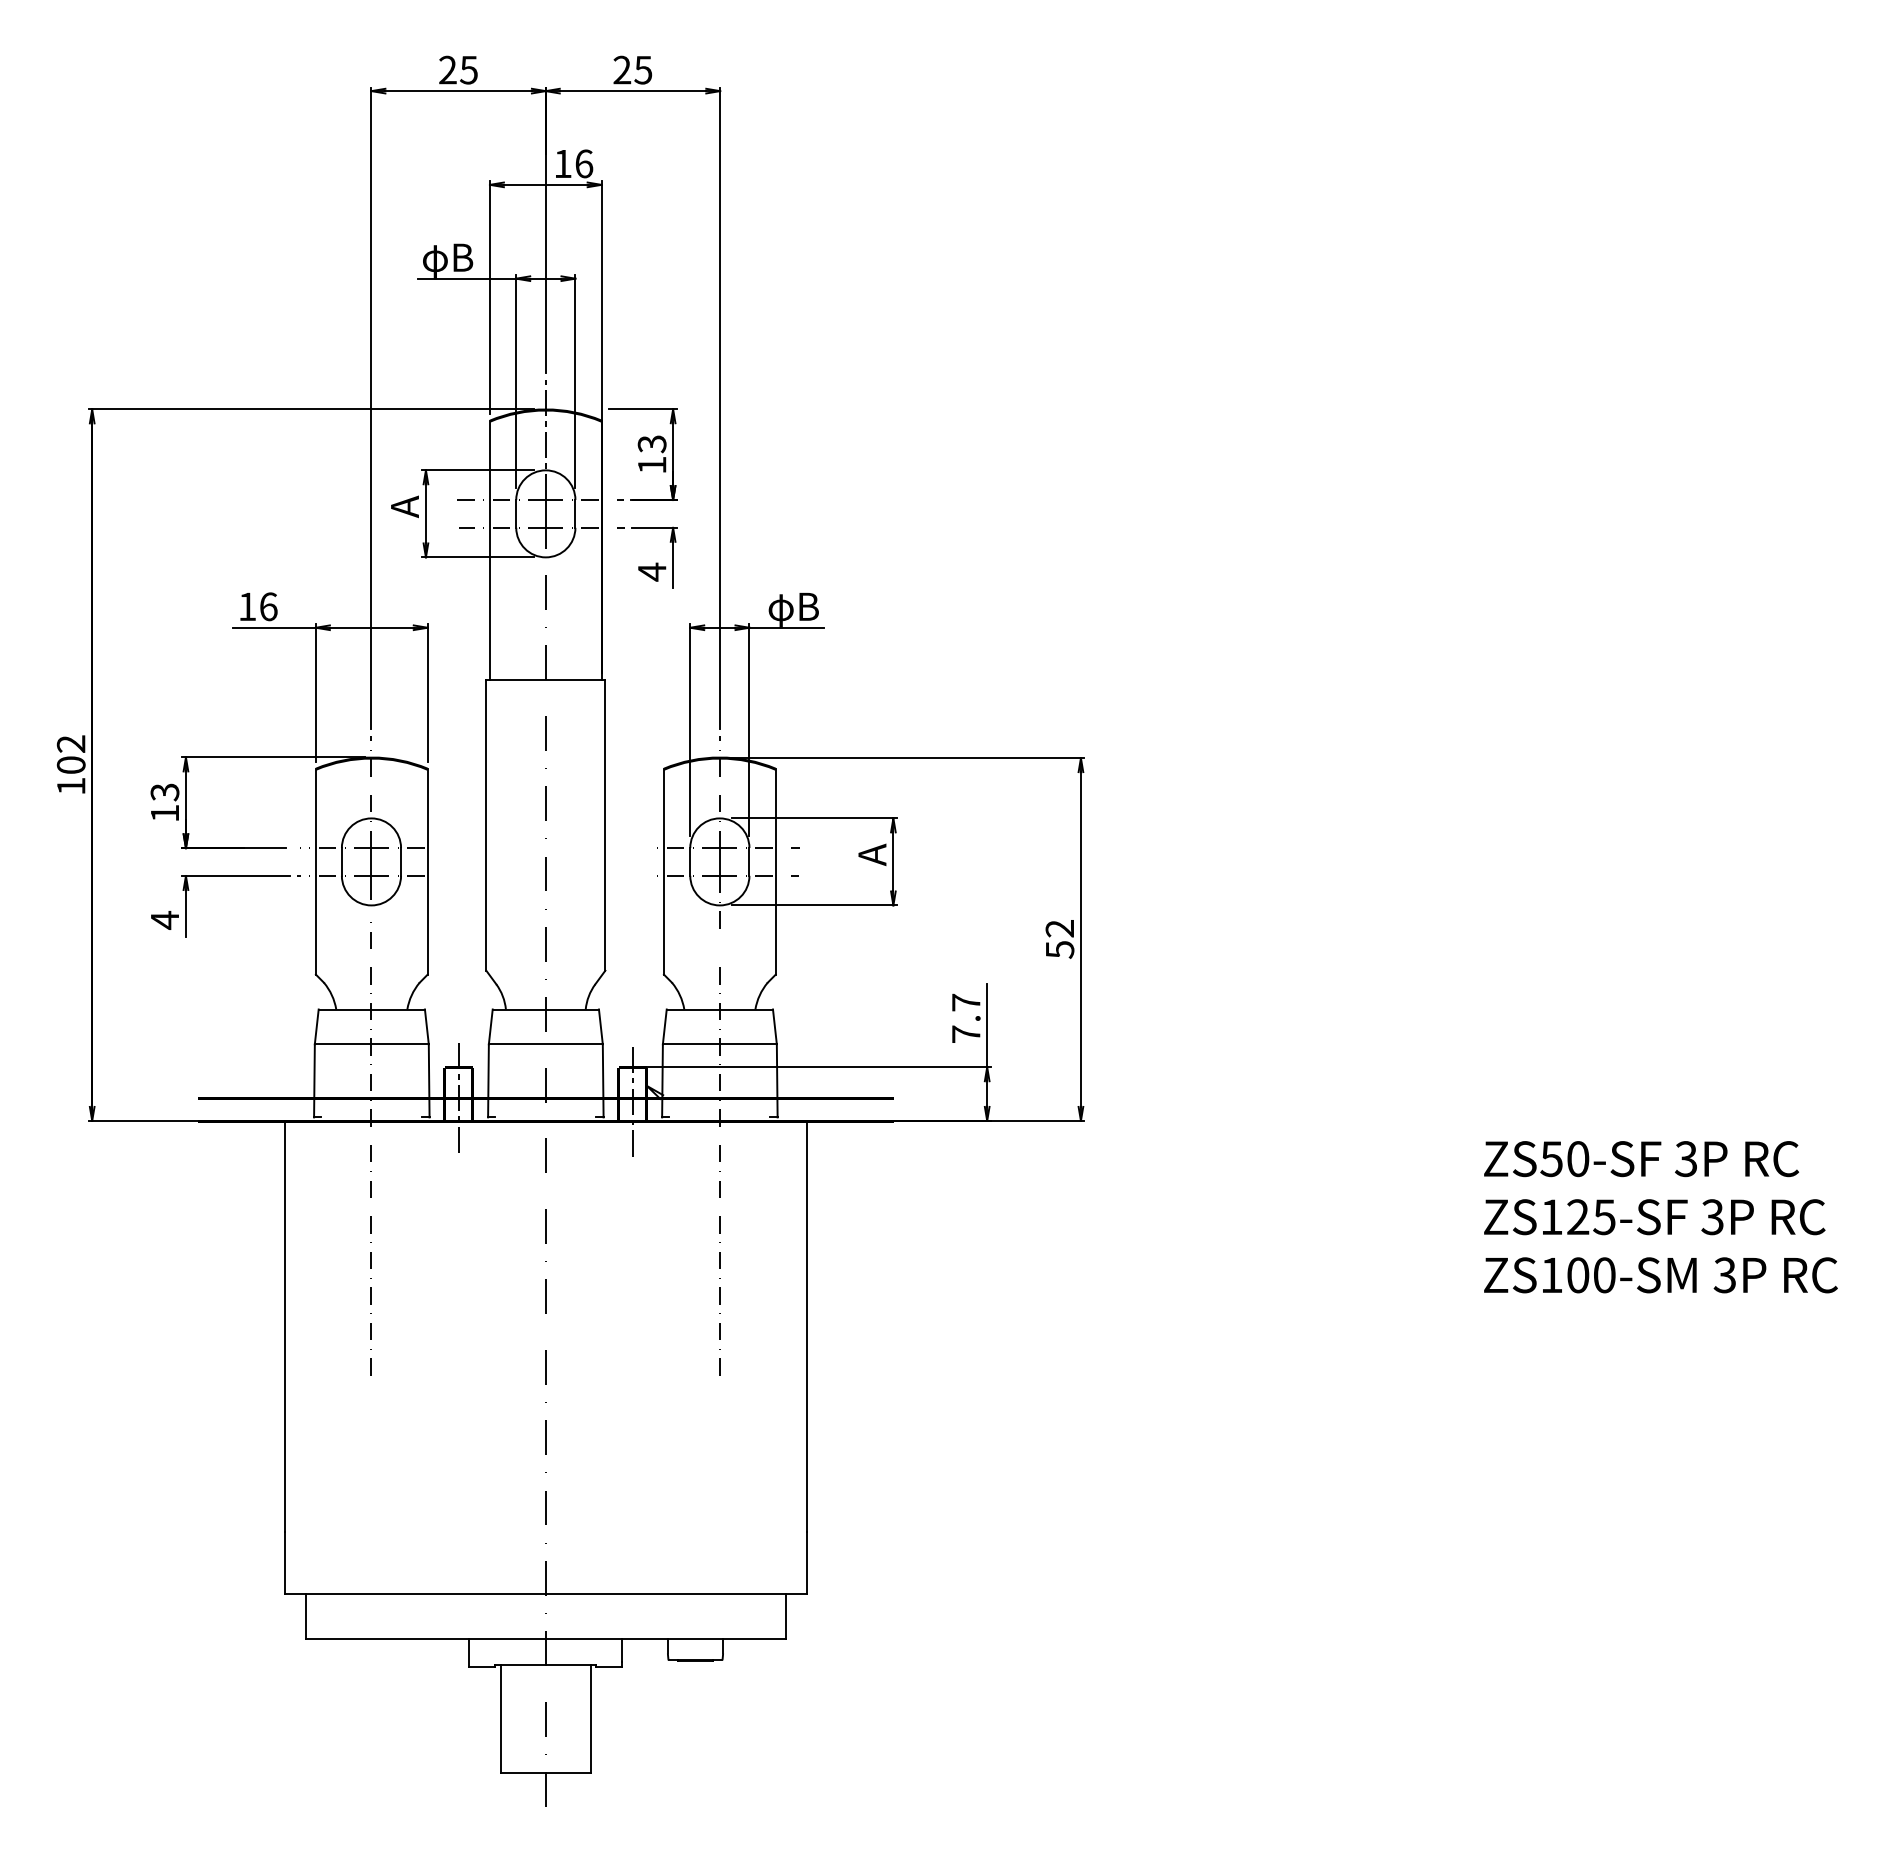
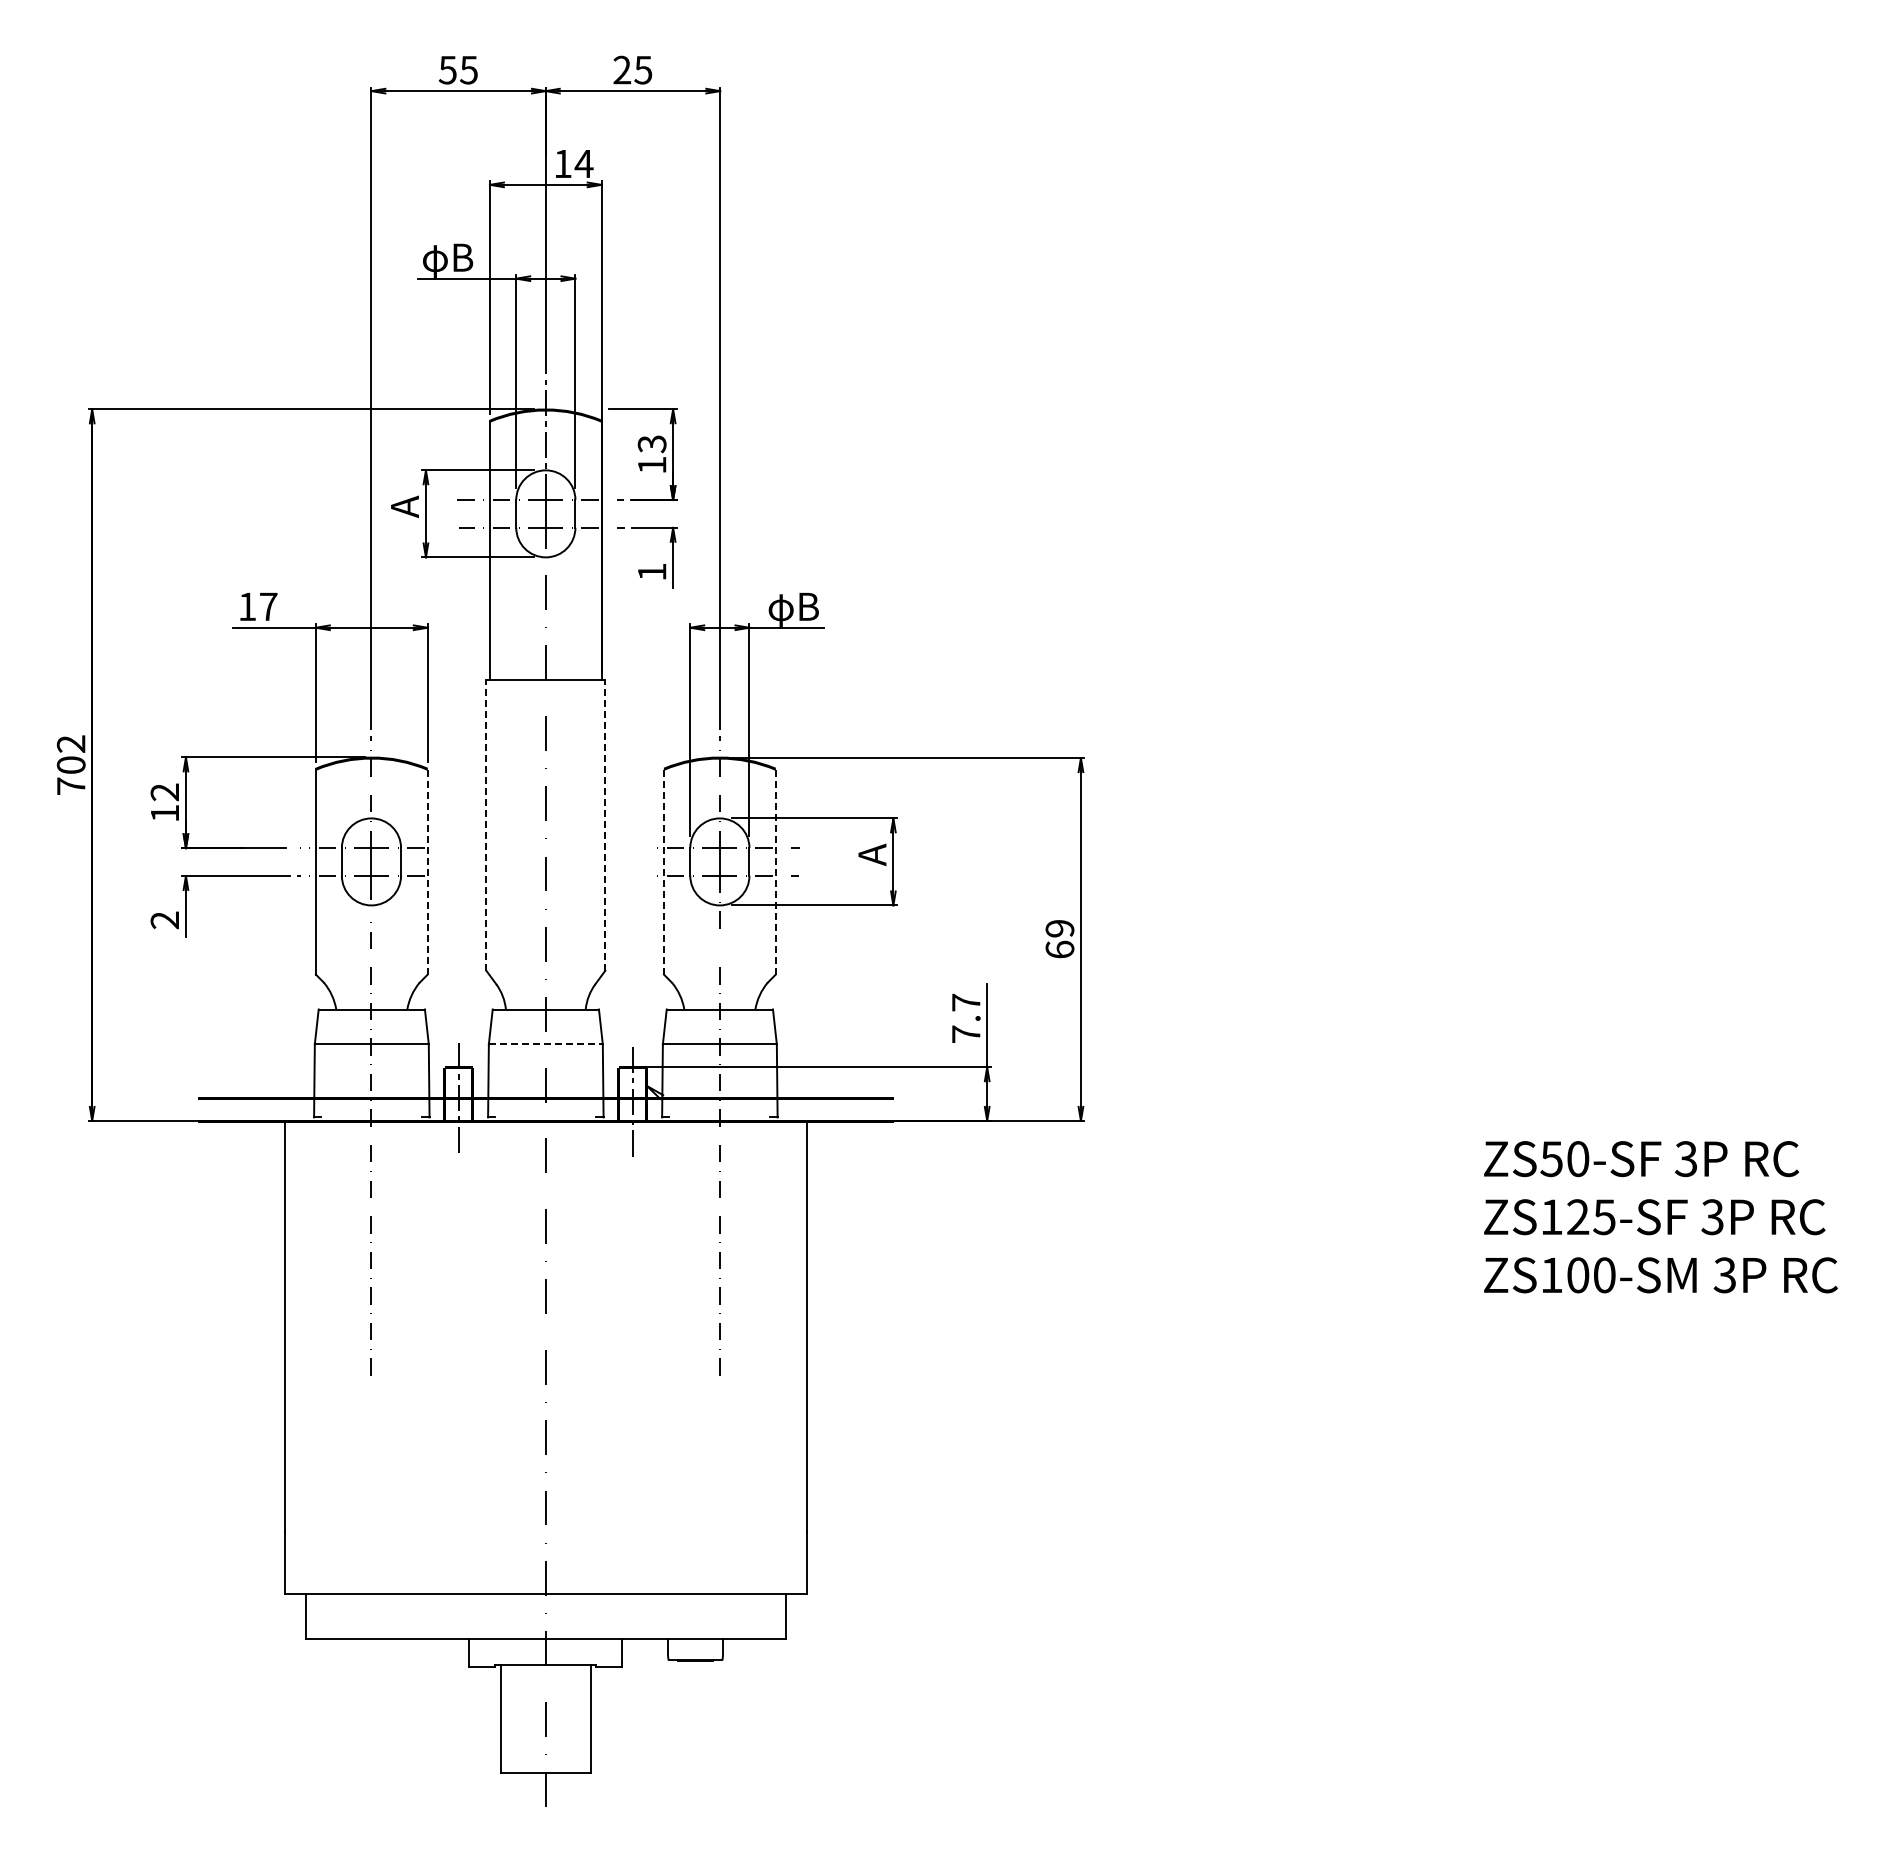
text at (447, 69): 25 -> 55
text at (583, 163): 16 -> 14
text at (652, 571): 4 -> 1
text at (268, 606): 16 -> 17
text at (71, 785): 102 -> 702
text at (165, 792): 13 -> 12
line at (486, 824): solid -> dashed
line at (605, 824): solid -> dashed
line at (427, 871): solid -> dashed
line at (664, 871): solid -> dashed
line at (775, 871): solid -> dashed
text at (164, 919): 4 -> 2
text at (1059, 939): 52 -> 69
line at (545, 1044): solid -> dashed
